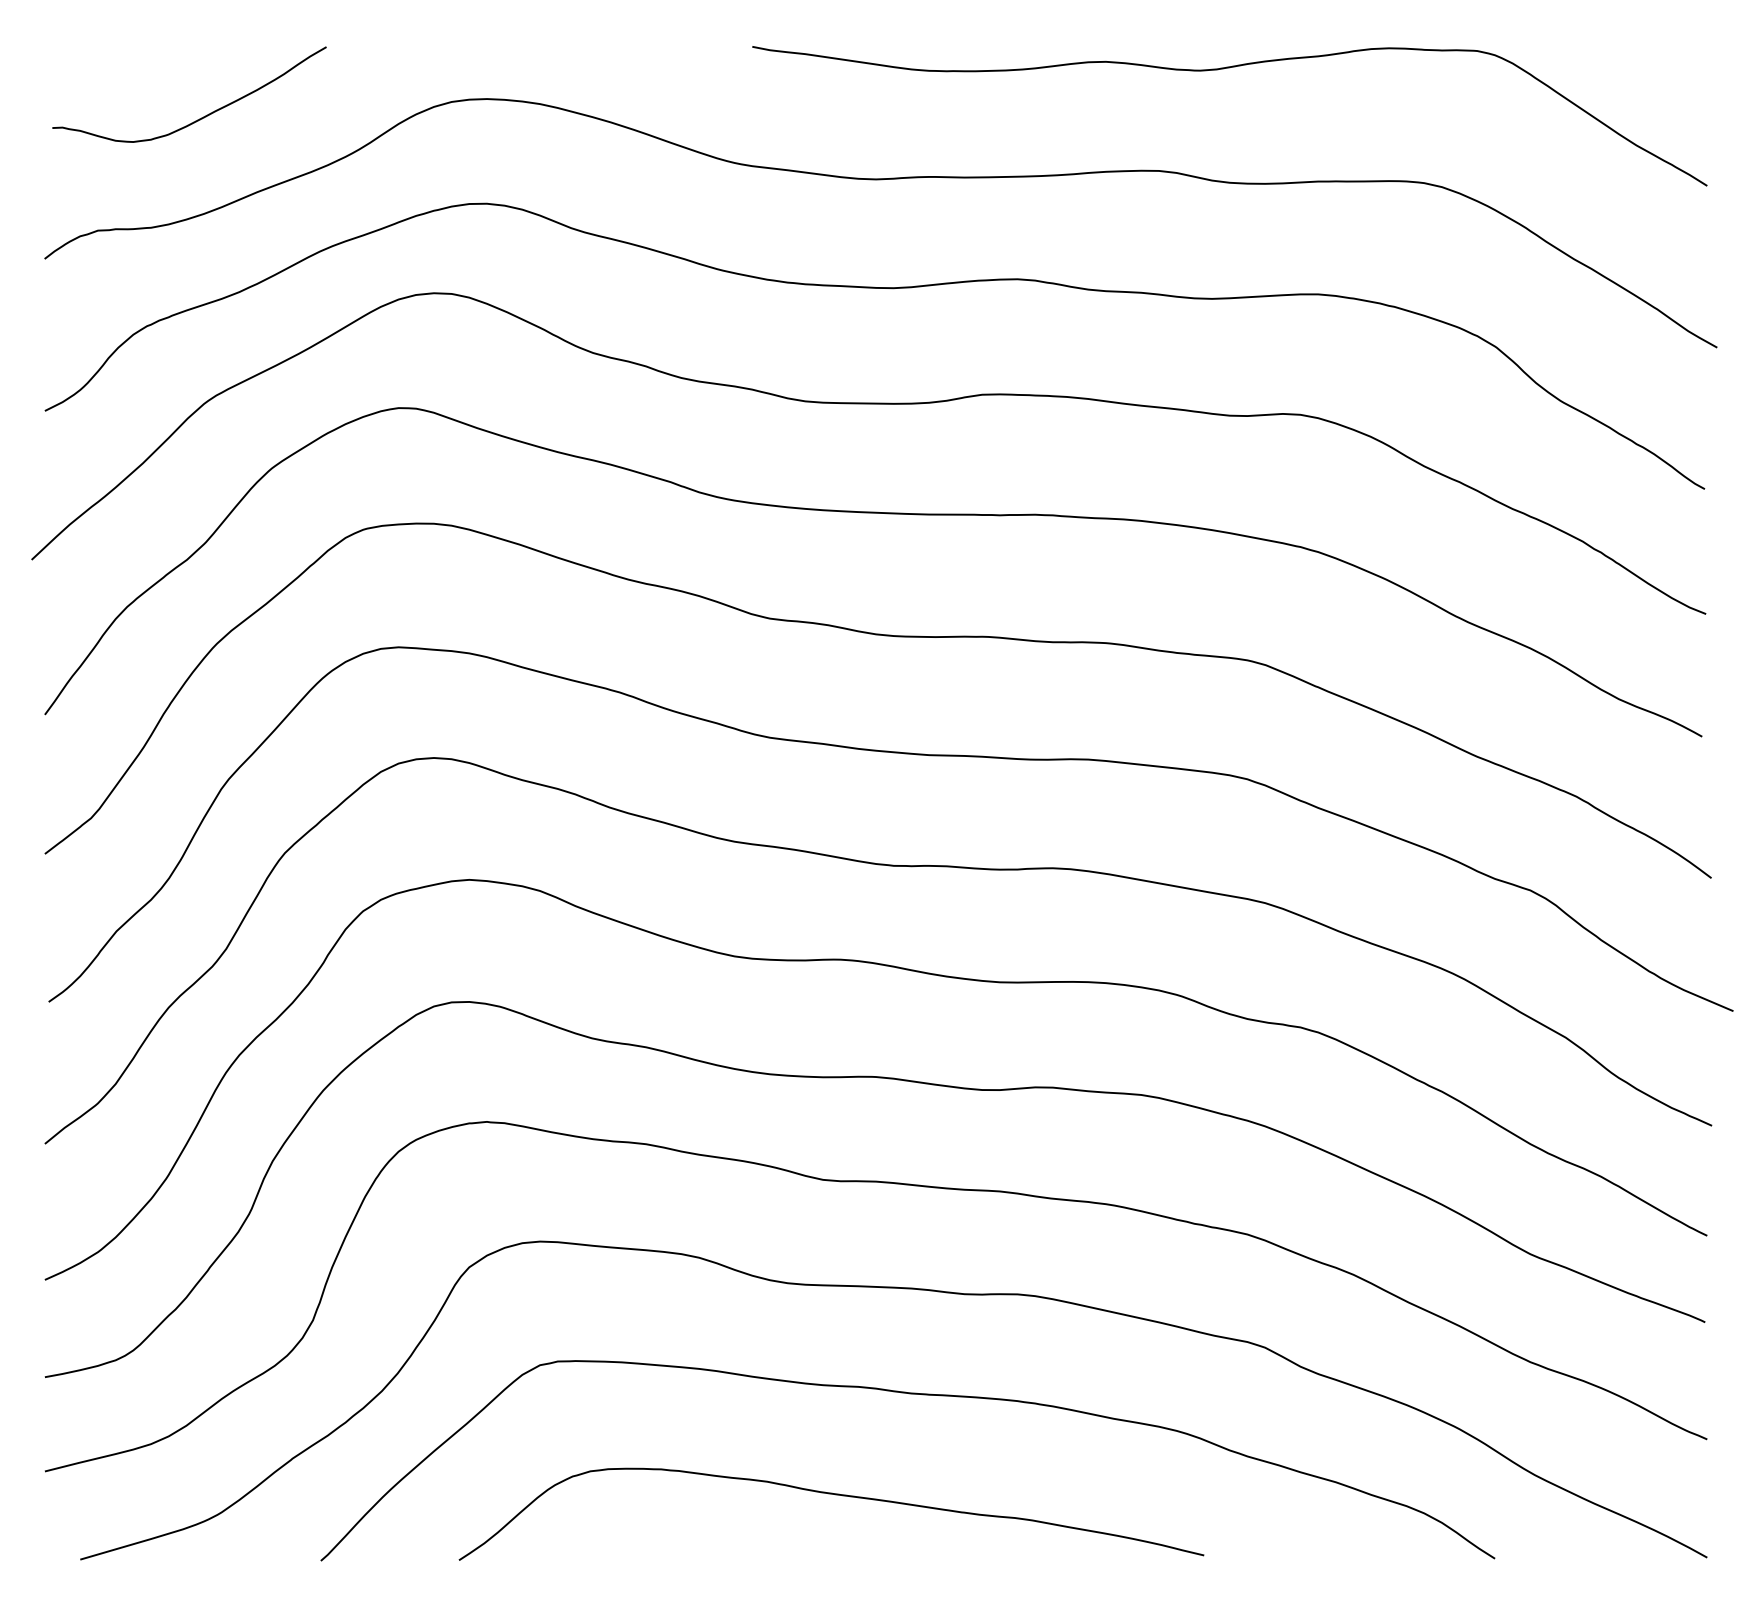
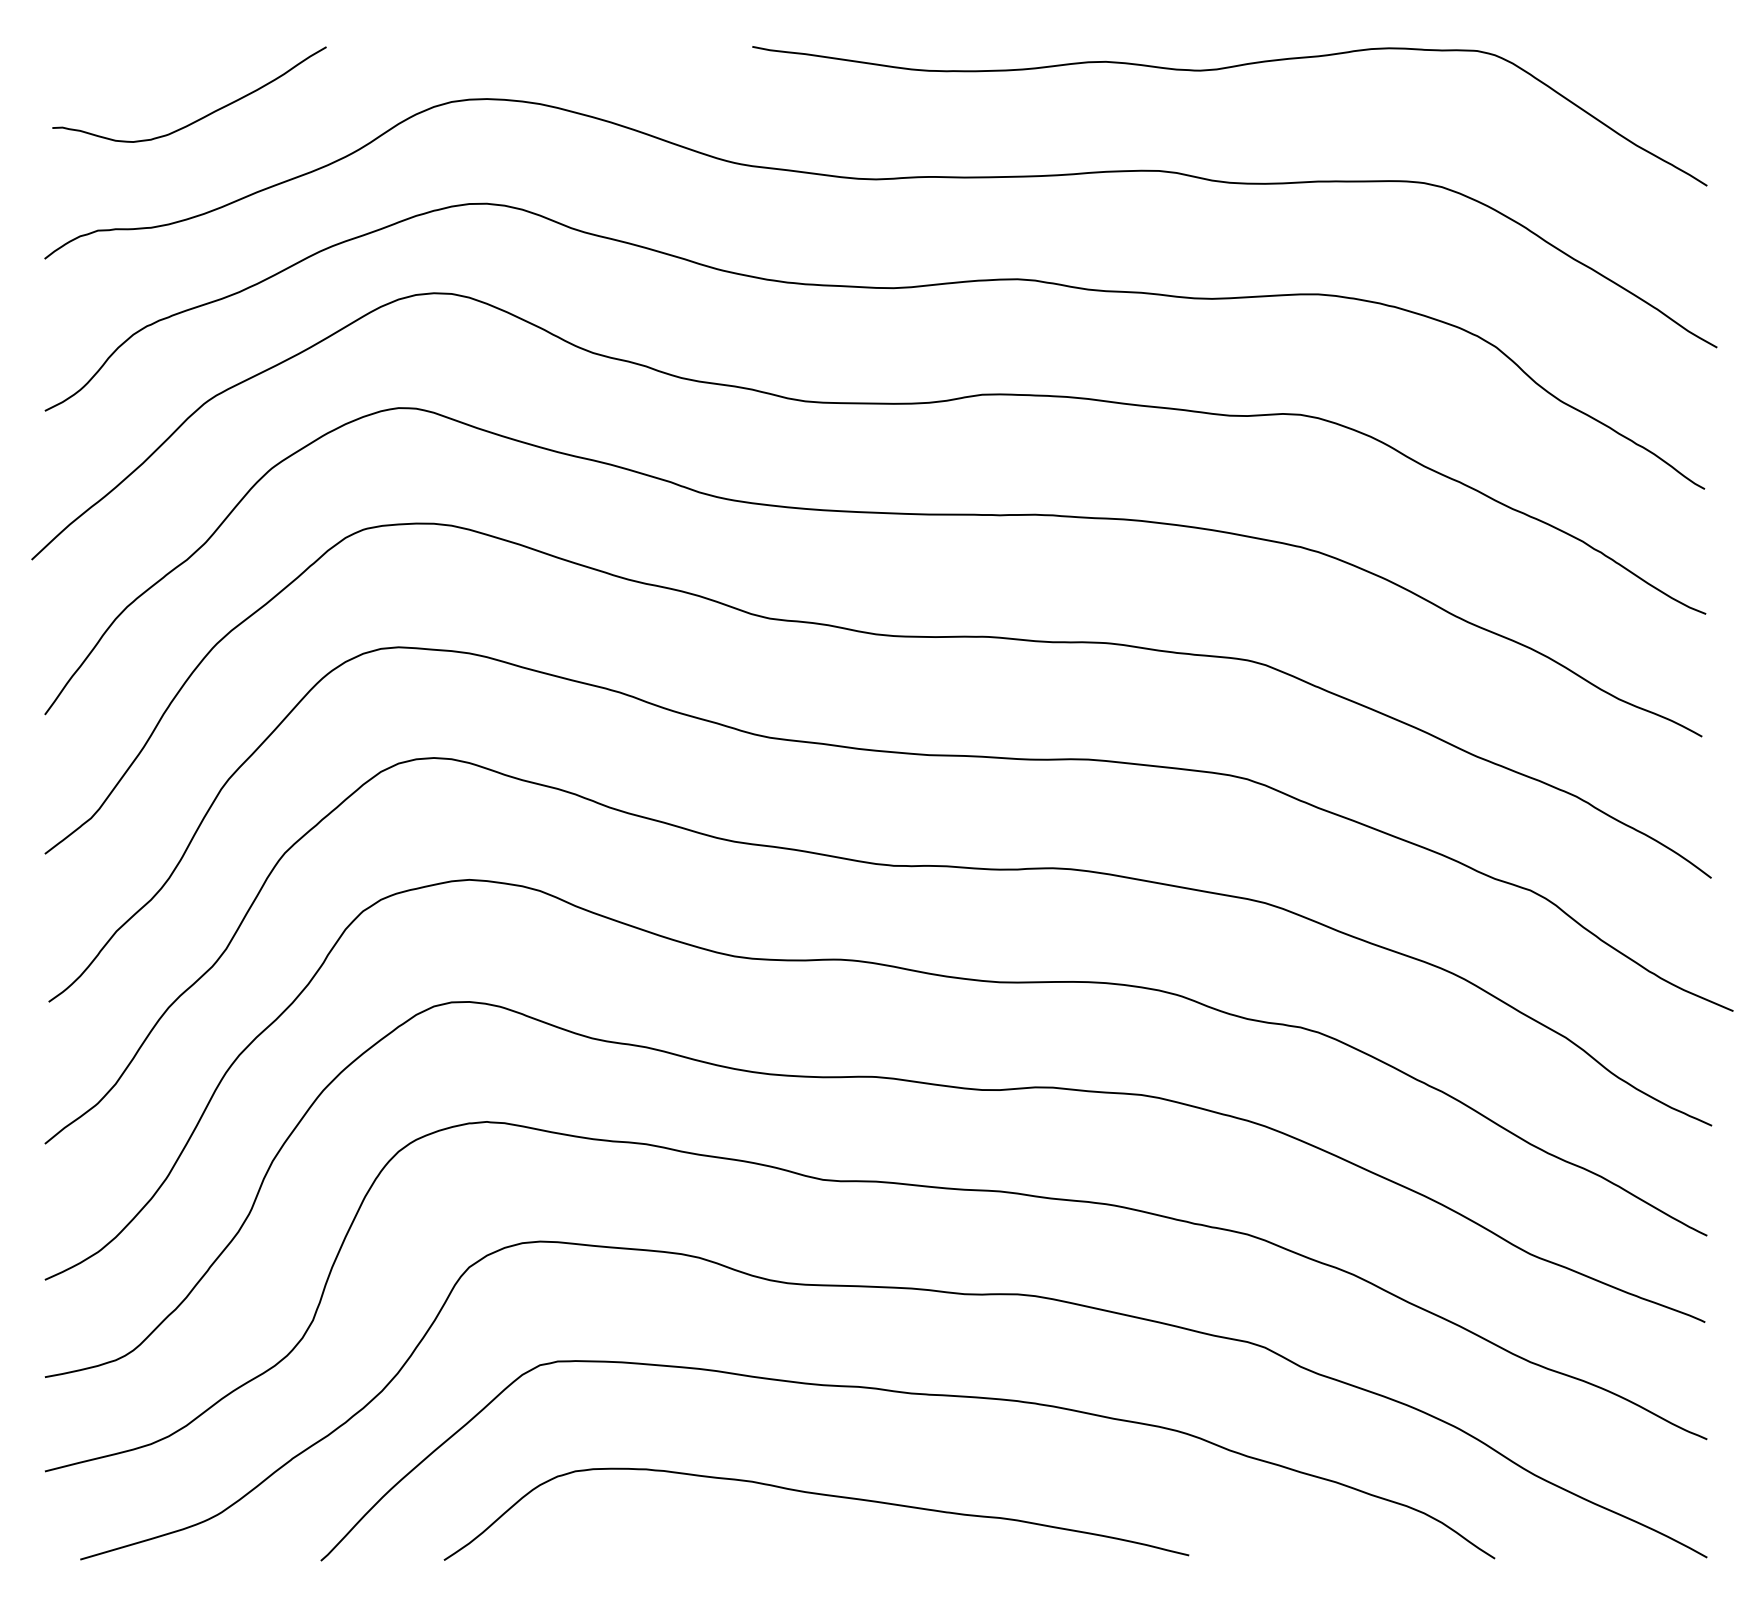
curve at (835, 1495) position: (835, 1495) -> (820, 1495)
